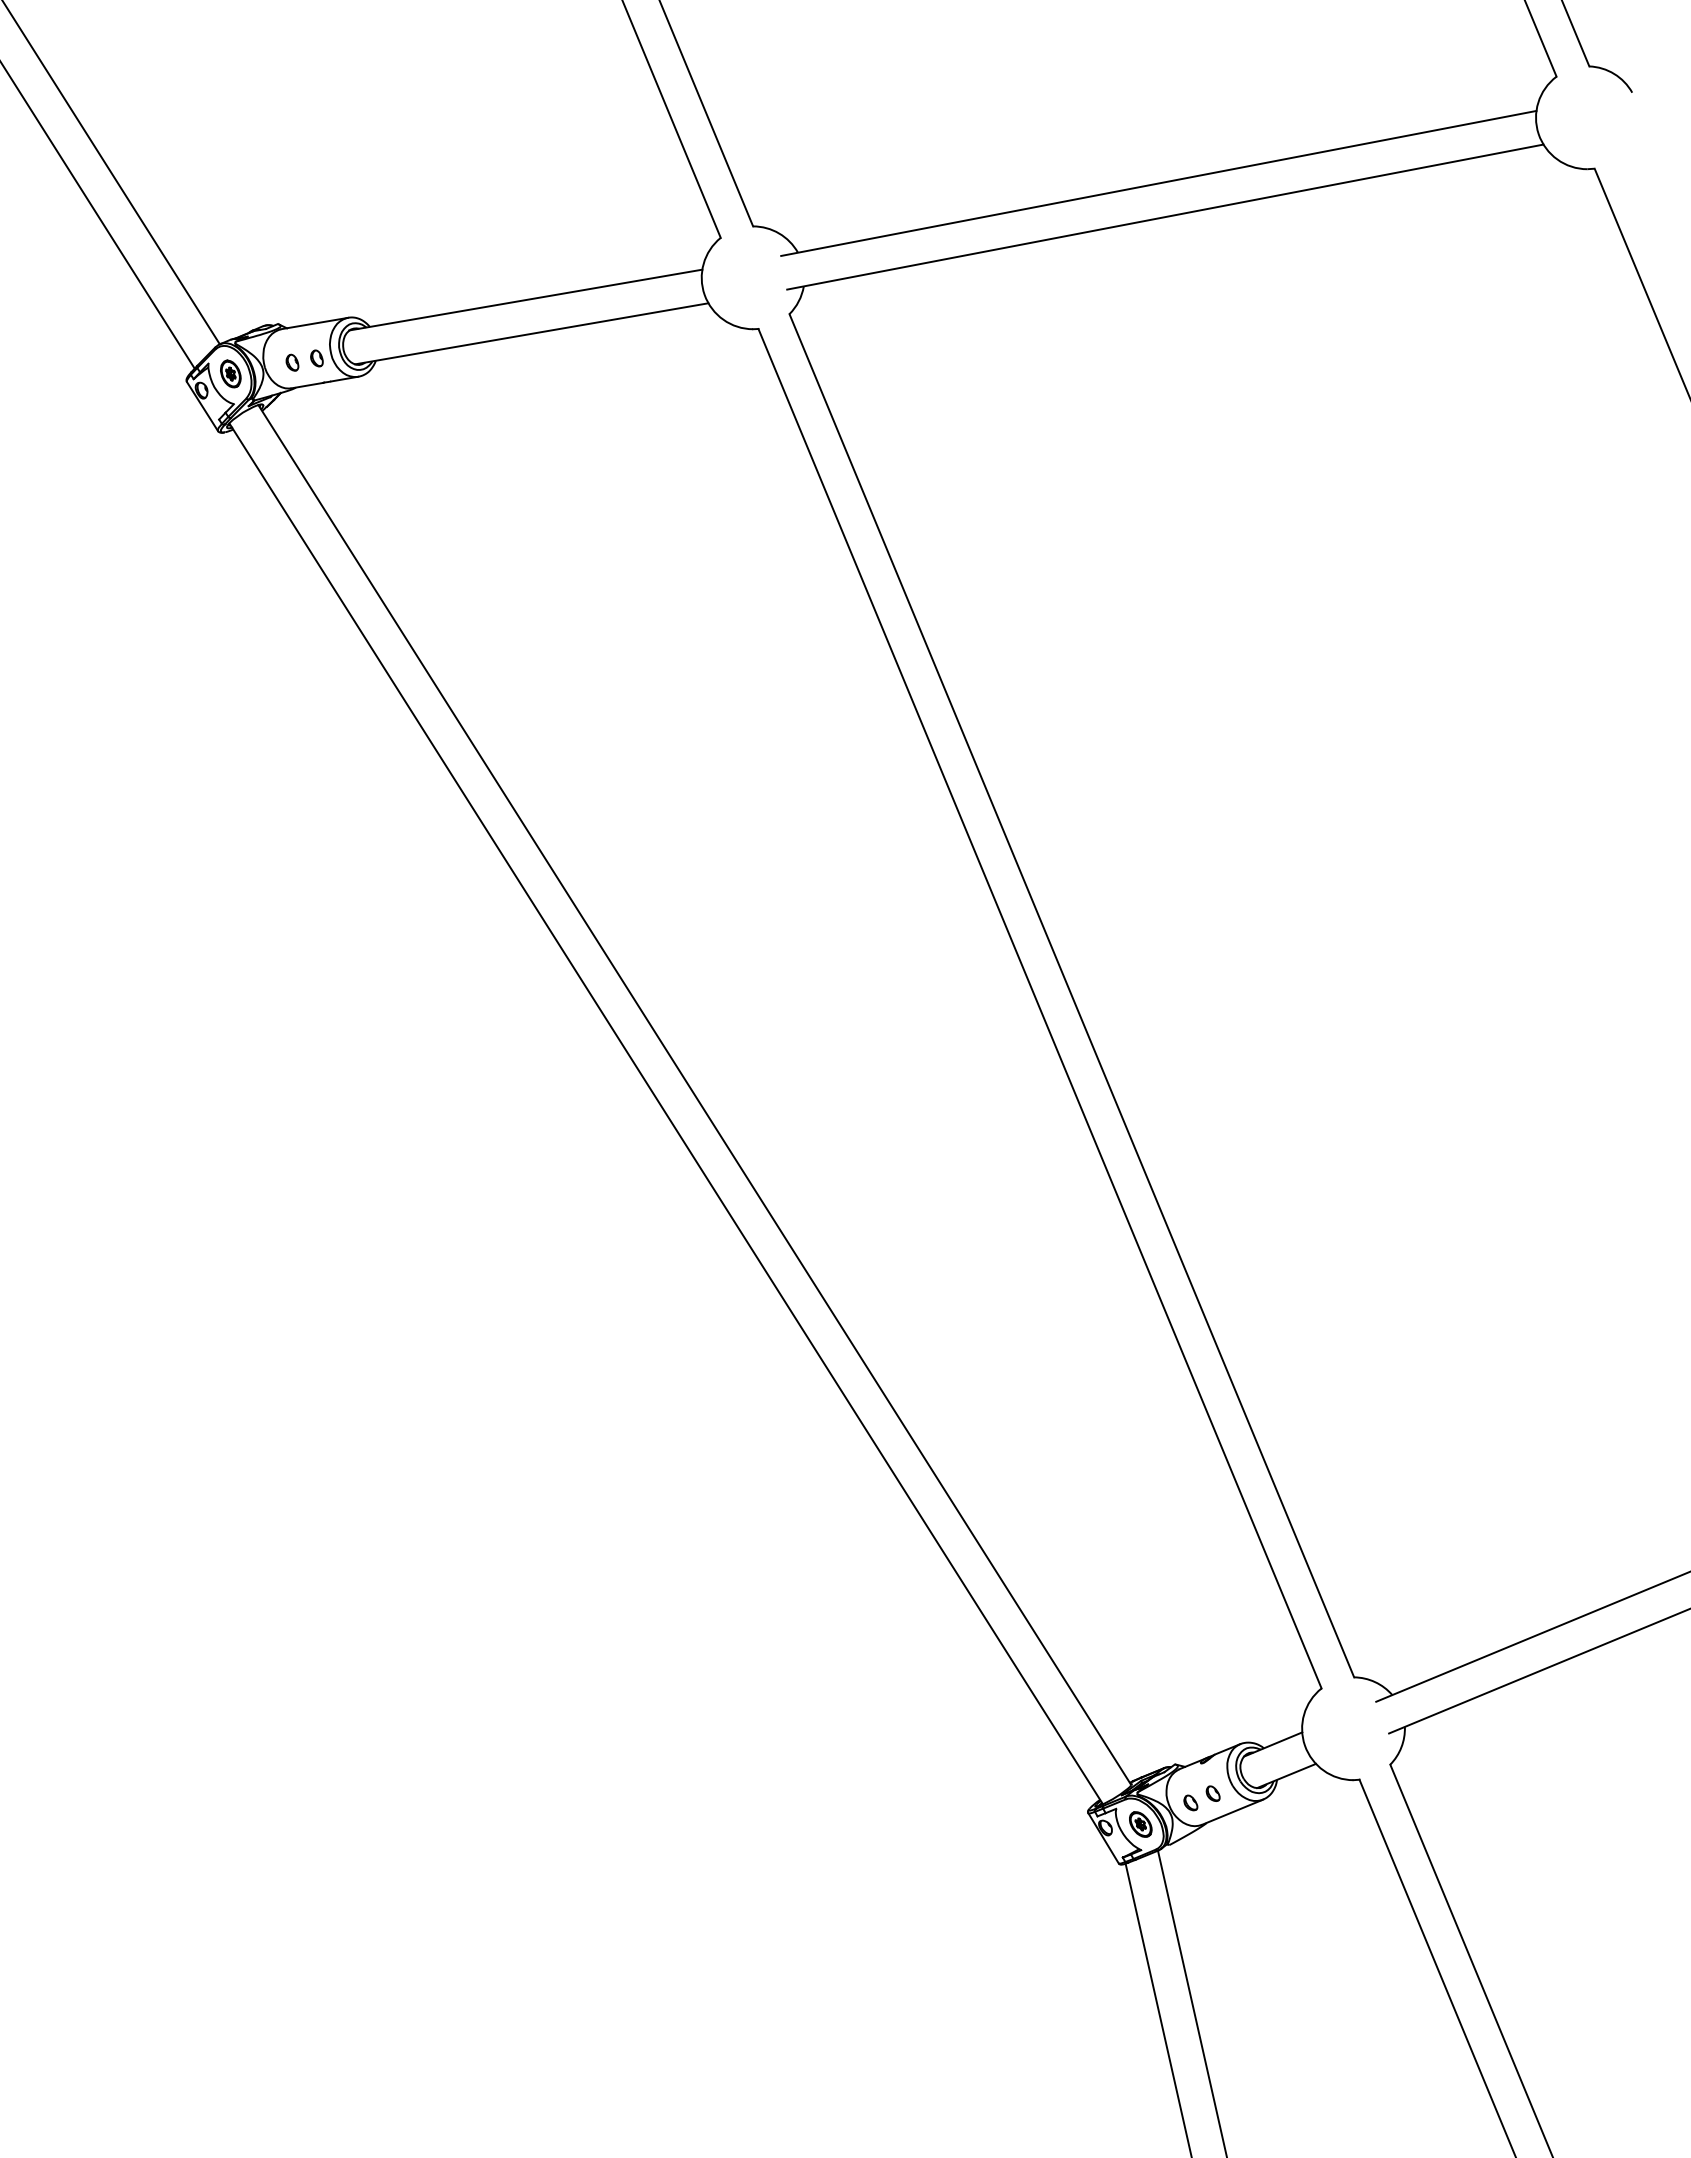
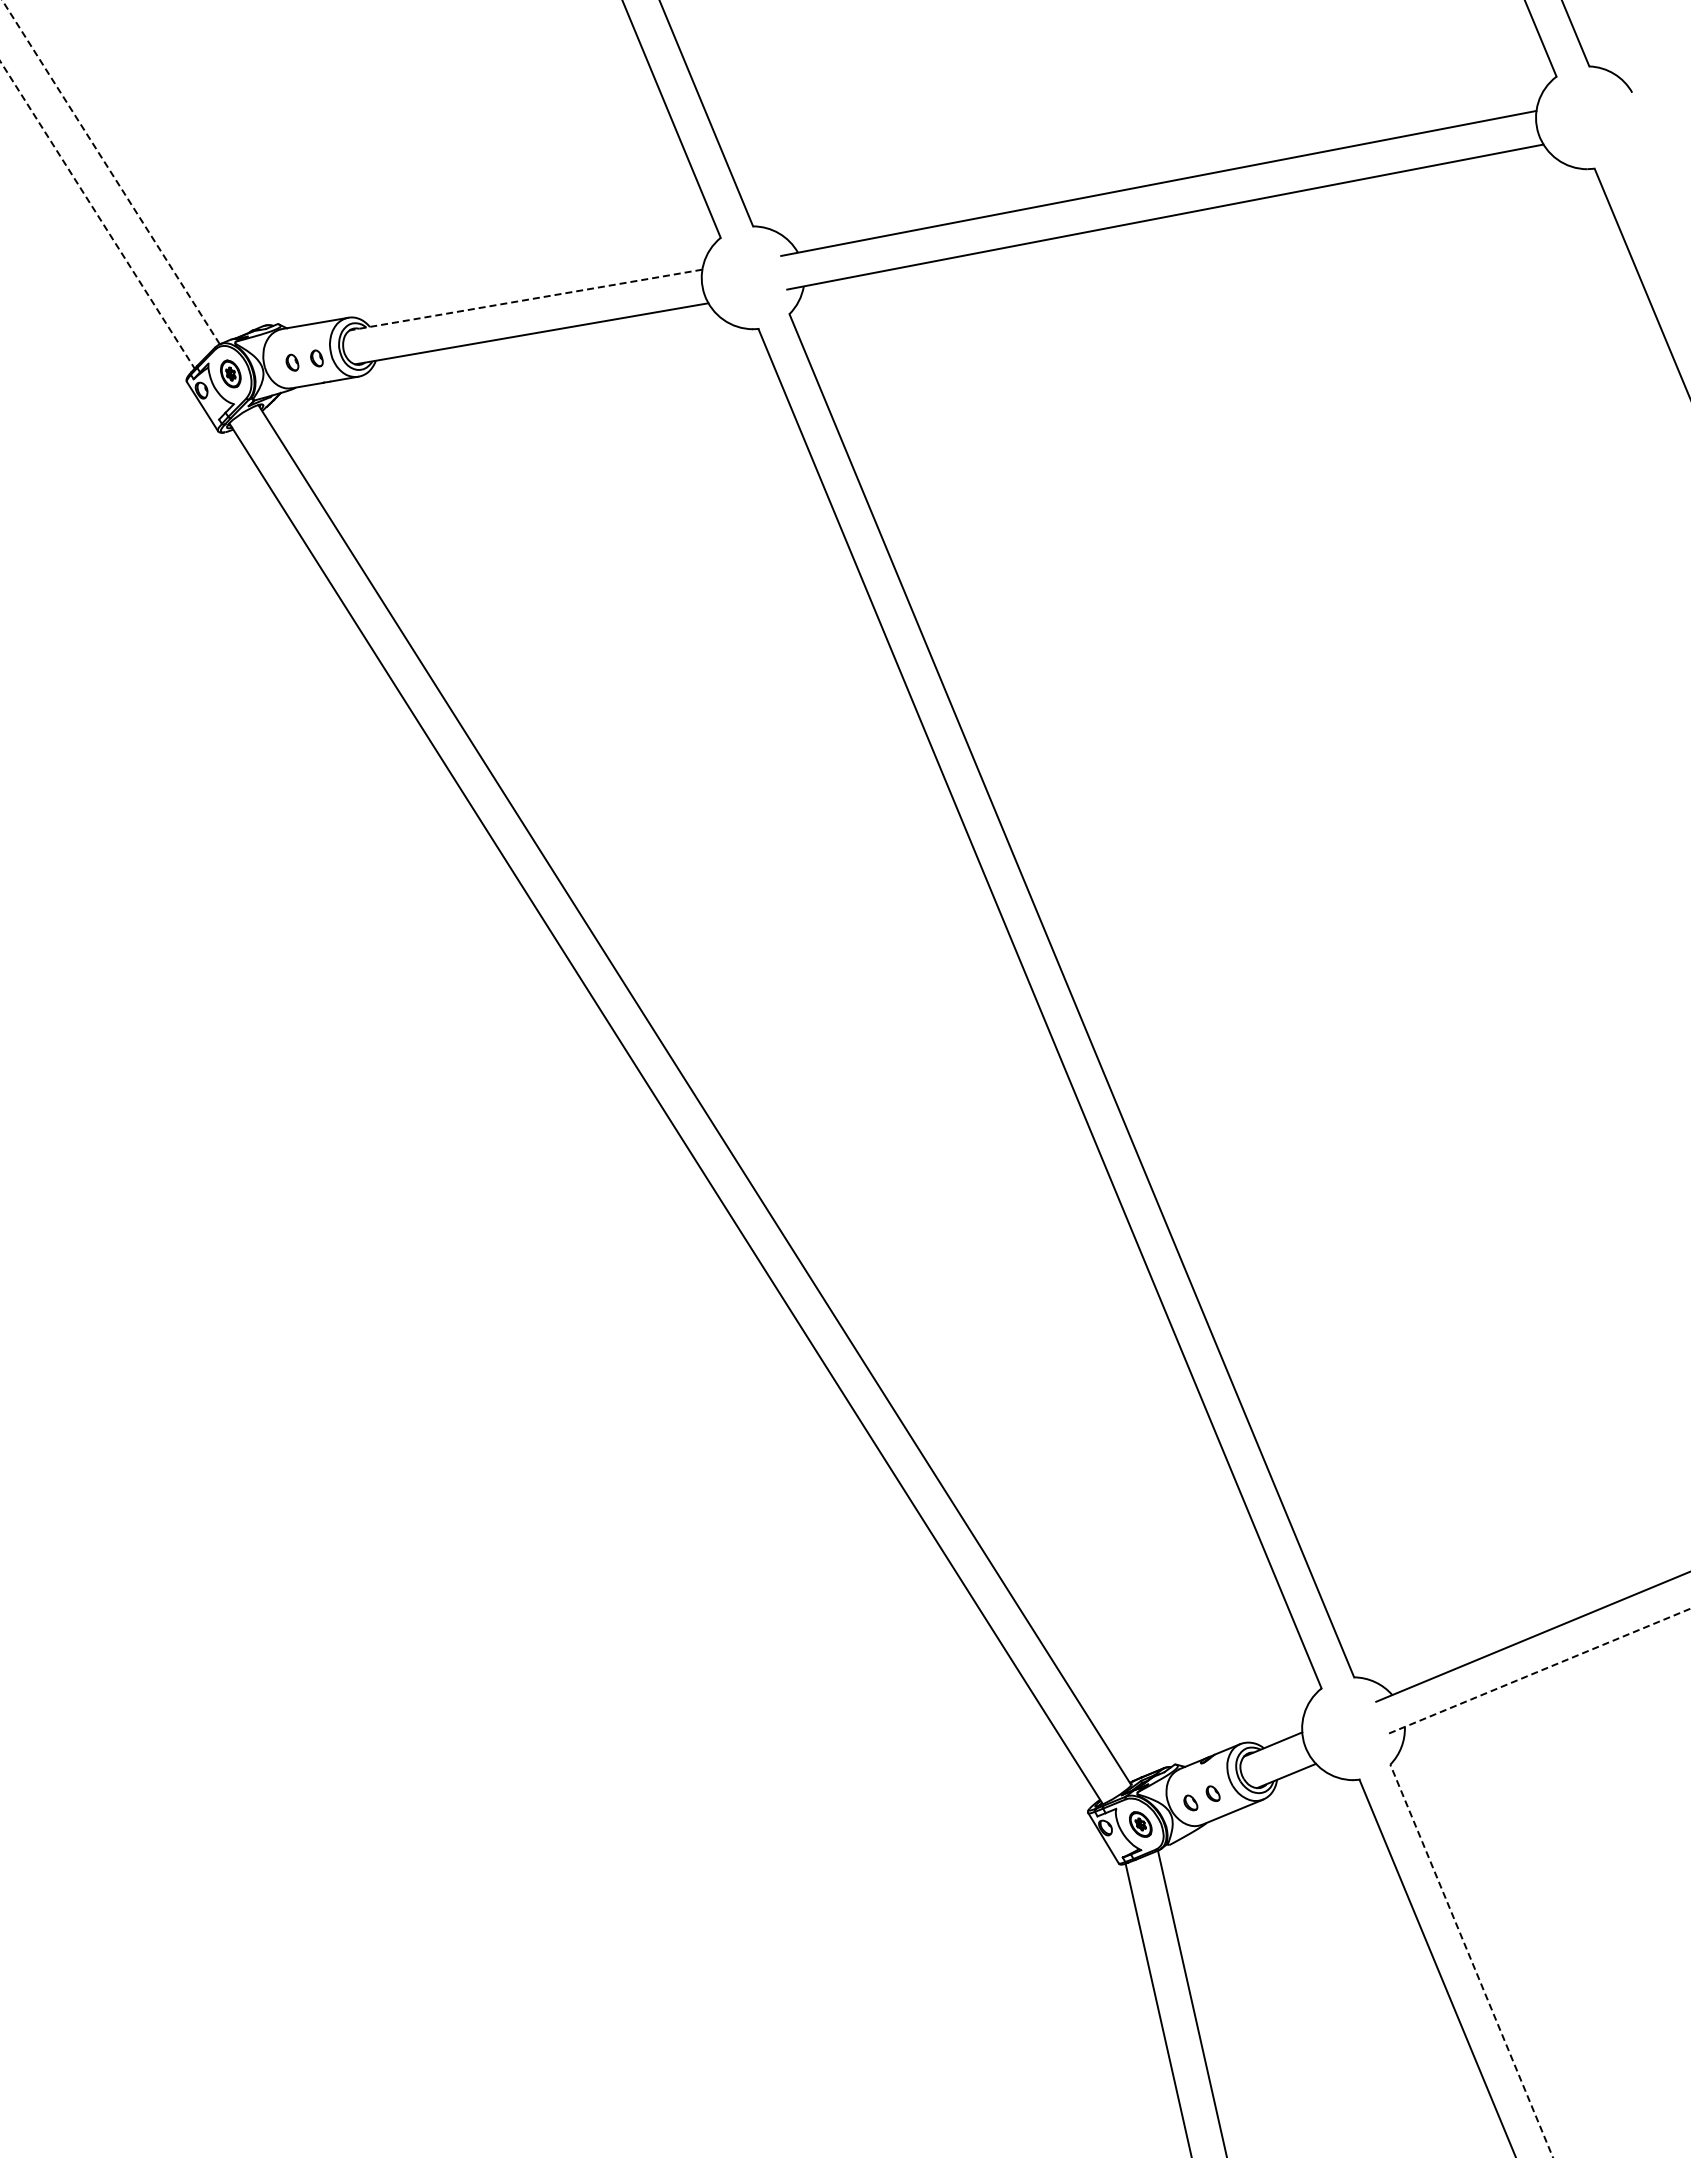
line at (110, 171): solid -> dashed
line at (97, 214): solid -> dashed
line at (525, 300): solid -> dashed
line at (1539, 1671): solid -> dashed
line at (1471, 1960): solid -> dashed
